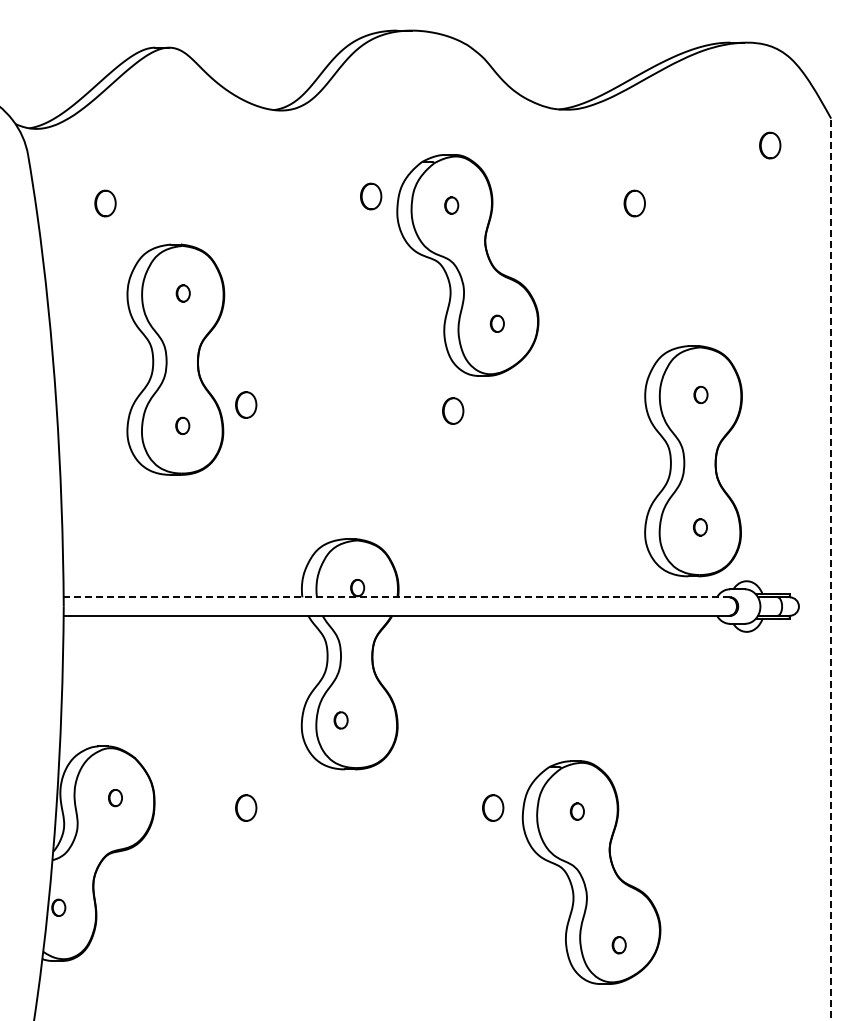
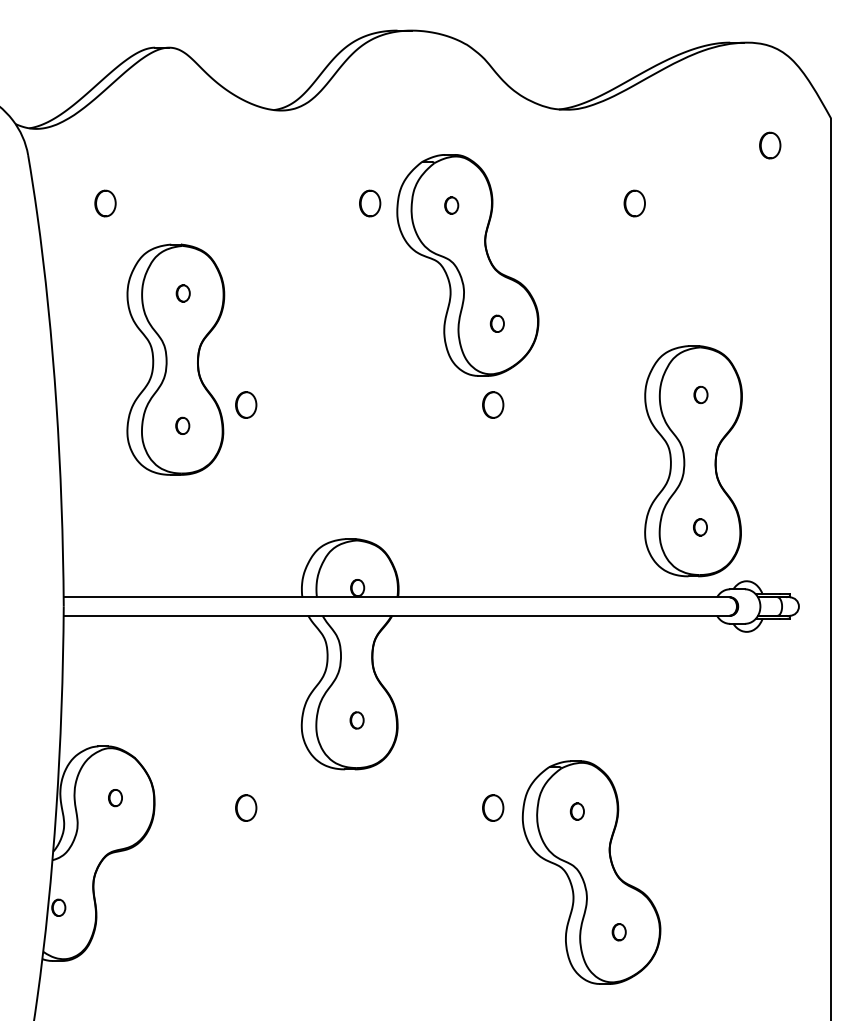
part at (371, 196) position: (371, 196) -> (370, 203)
part at (453, 410) position: (453, 410) -> (493, 404)
line at (831, 569): dashed -> solid
line at (396, 597): dashed -> solid
part at (340, 720) position: (340, 720) -> (356, 720)
part at (618, 945) position: (618, 945) -> (618, 932)
